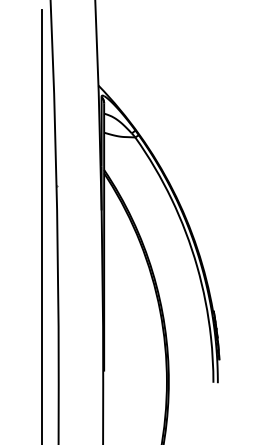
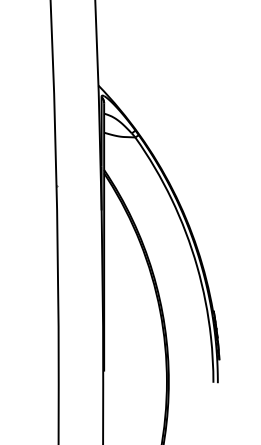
line at (41, 225): present -> none
